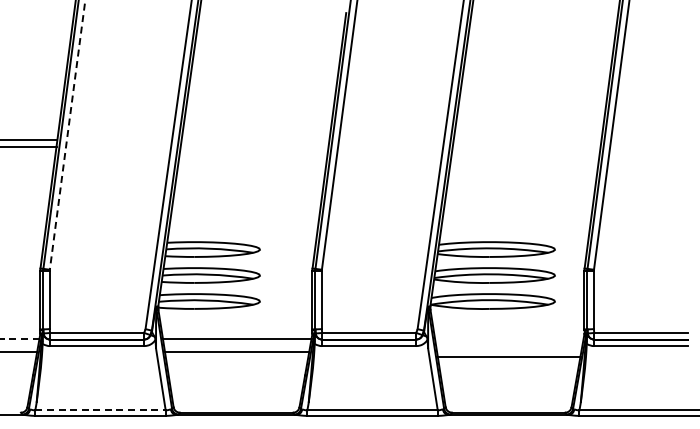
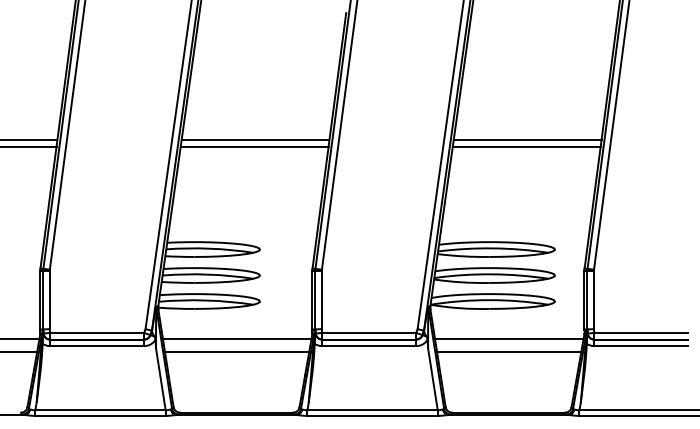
line at (67, 134): dashed -> solid
line at (255, 140): none -> present
line at (527, 140): none -> present
line at (254, 146): none -> present
line at (526, 146): none -> present
line at (19, 338): dashed -> solid
line at (508, 338): none -> present
line at (509, 356) position: (509, 356) -> (509, 351)
line at (101, 410): dashed -> solid
